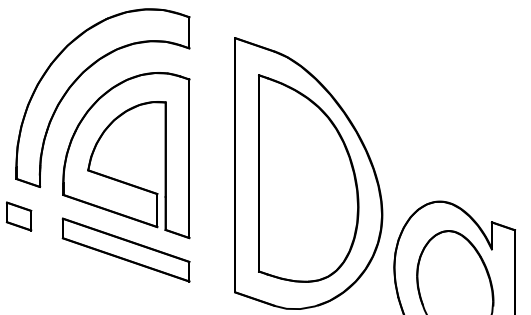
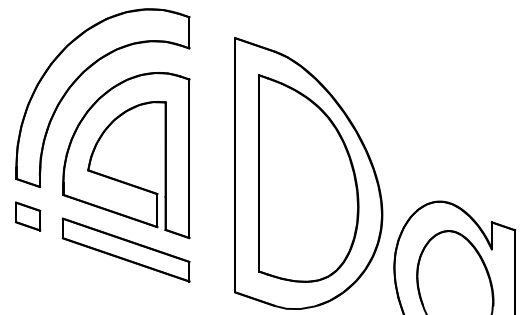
part at (18, 216) position: (18, 216) -> (27, 216)
